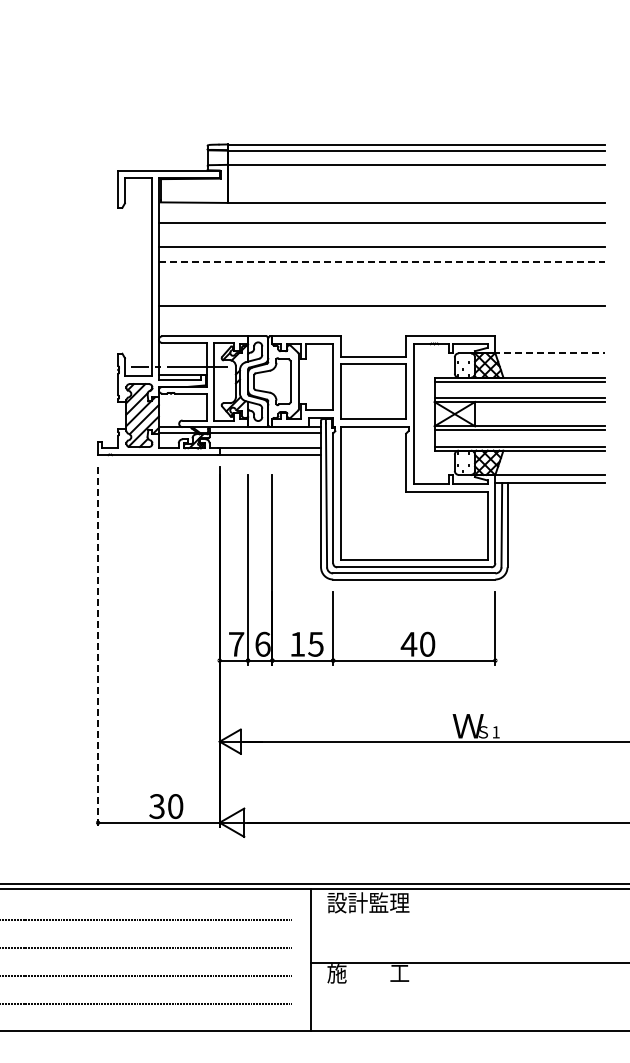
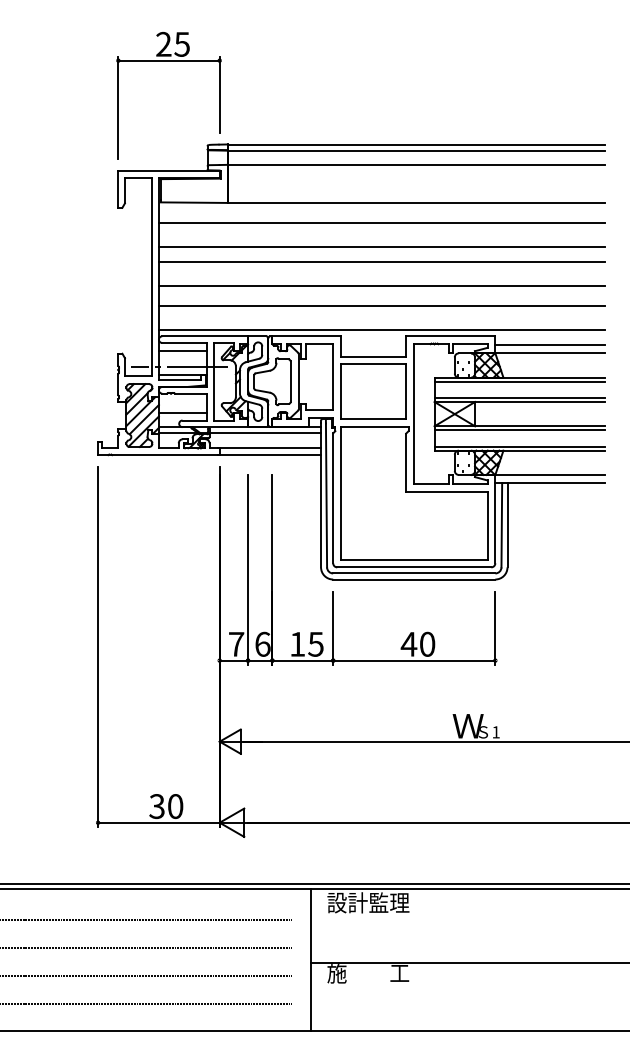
part at (168, 61): none -> present
line at (381, 261): dashed -> solid
line at (381, 285): none -> present
line at (381, 330): none -> present
line at (549, 345): none -> present
line at (182, 350): none -> present
line at (549, 353): dashed -> solid
line at (182, 412): none -> present
line at (98, 647): dashed -> solid
